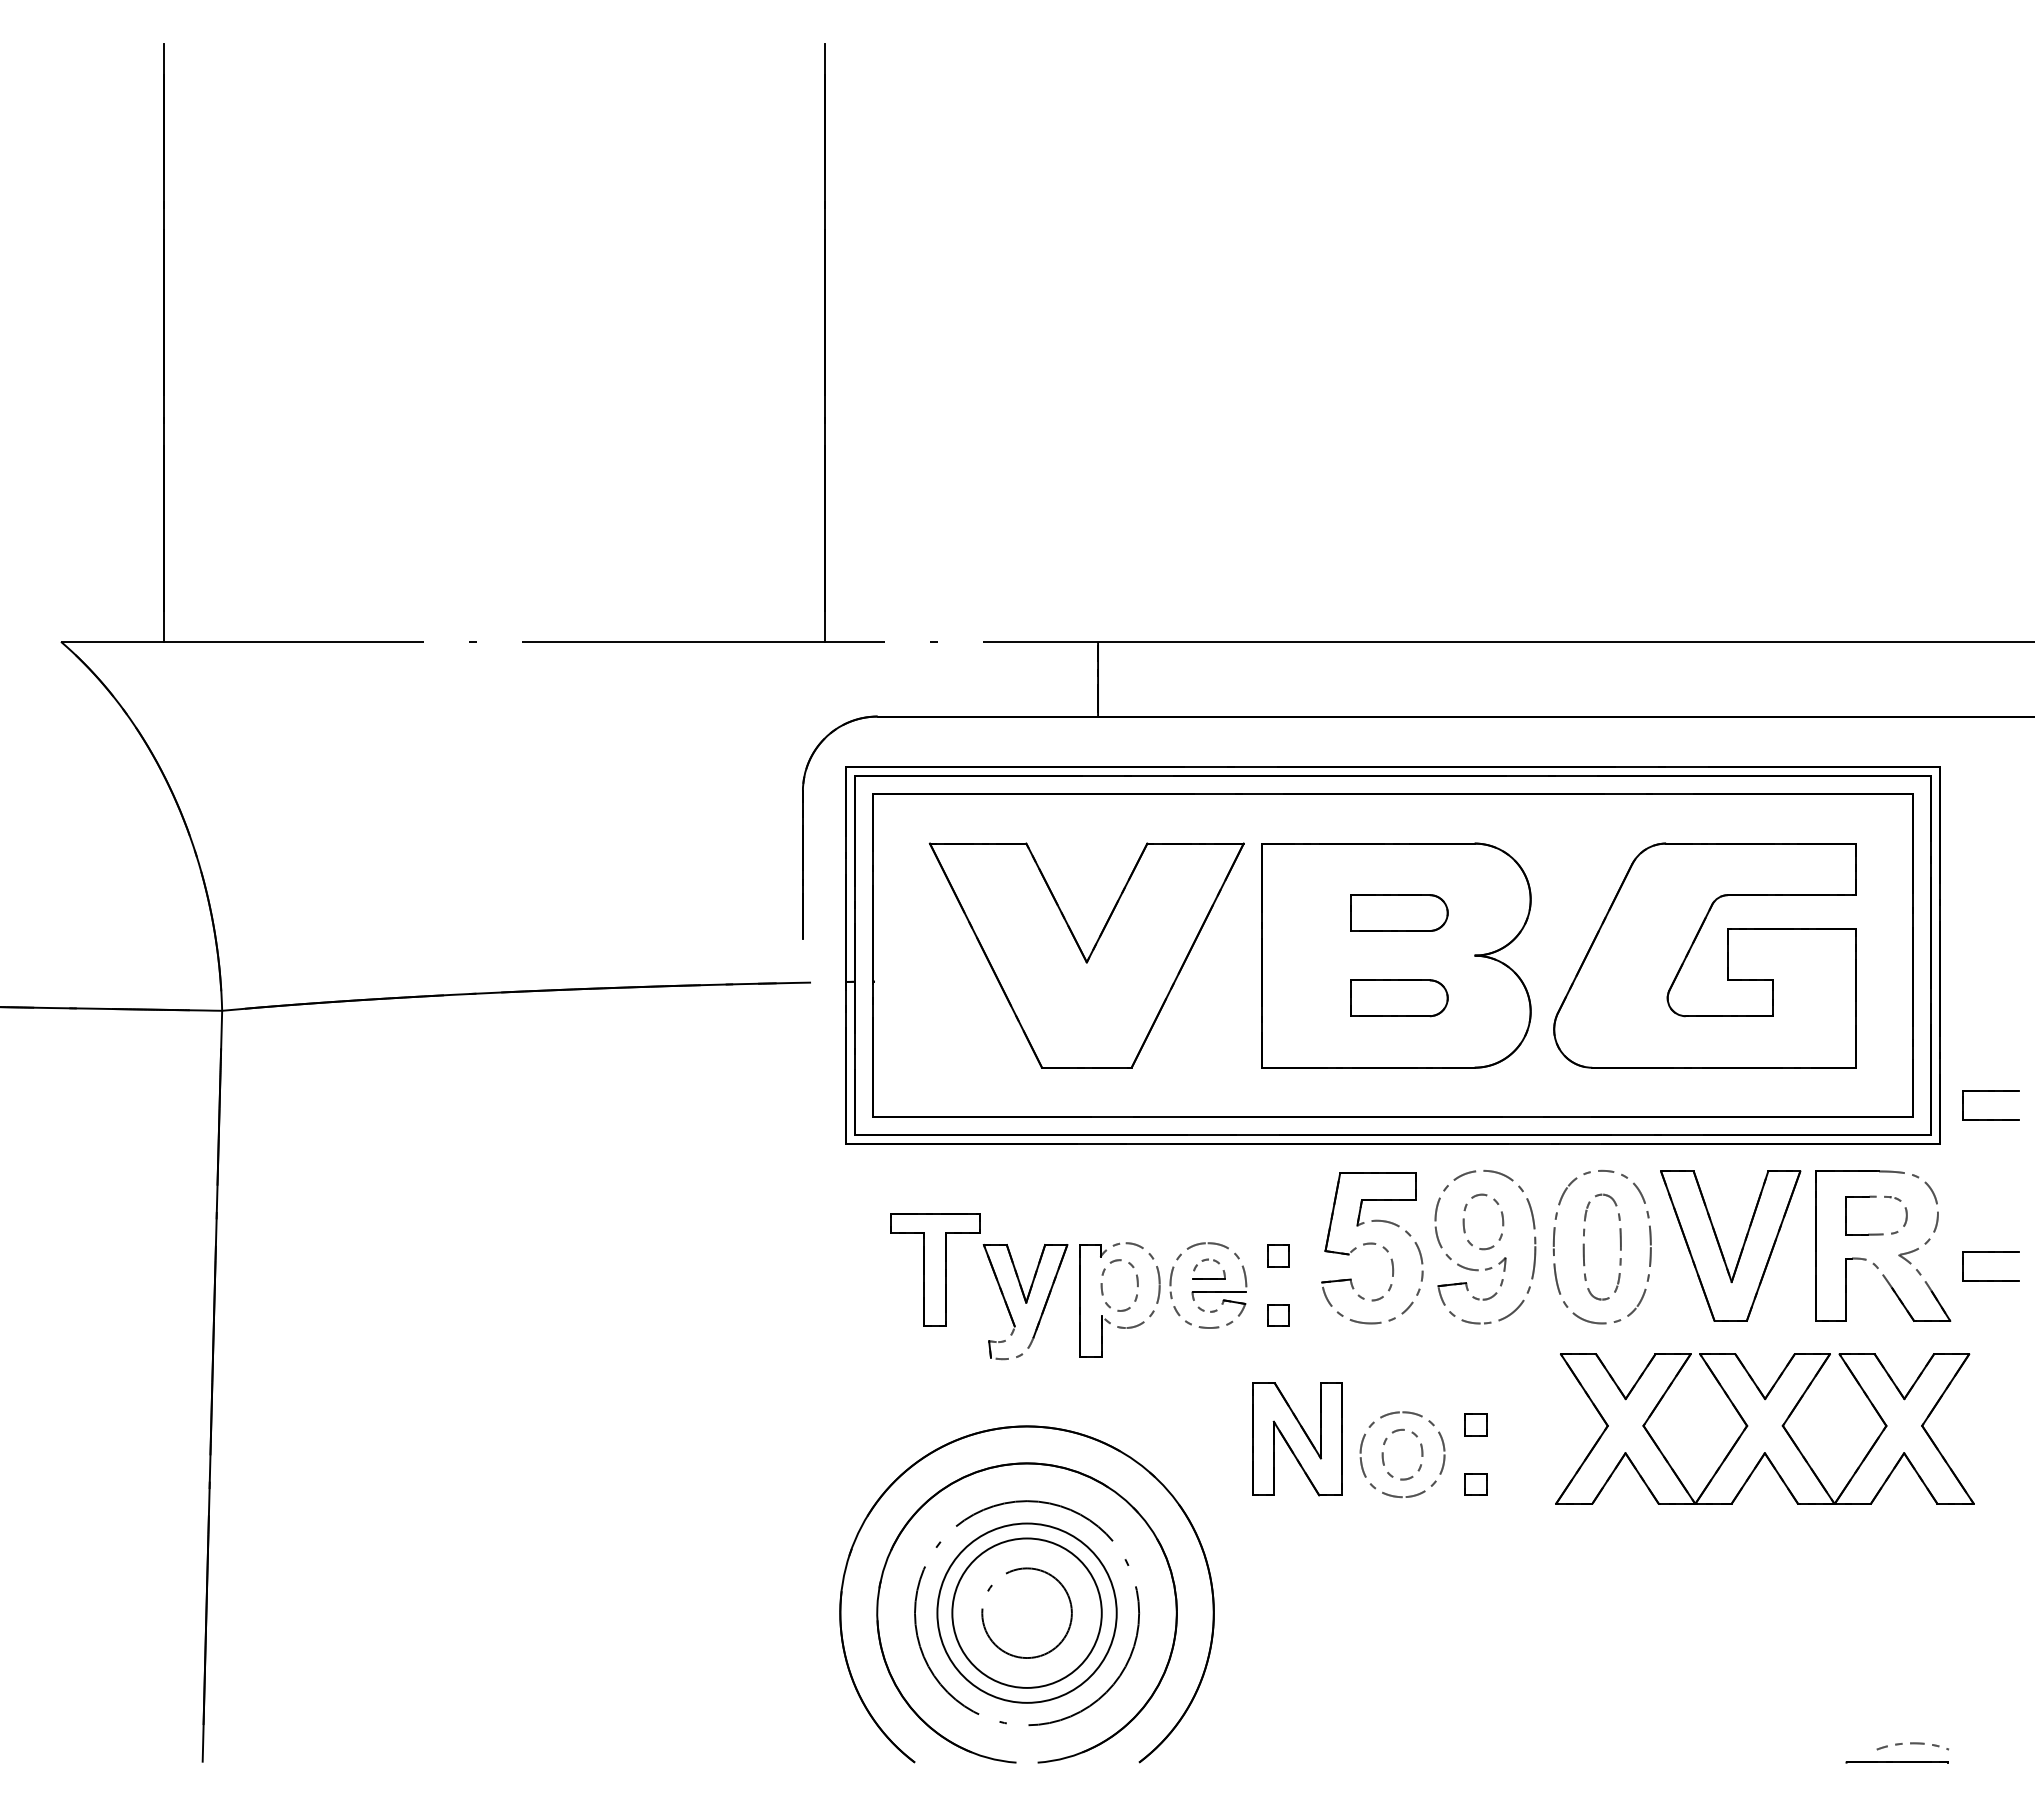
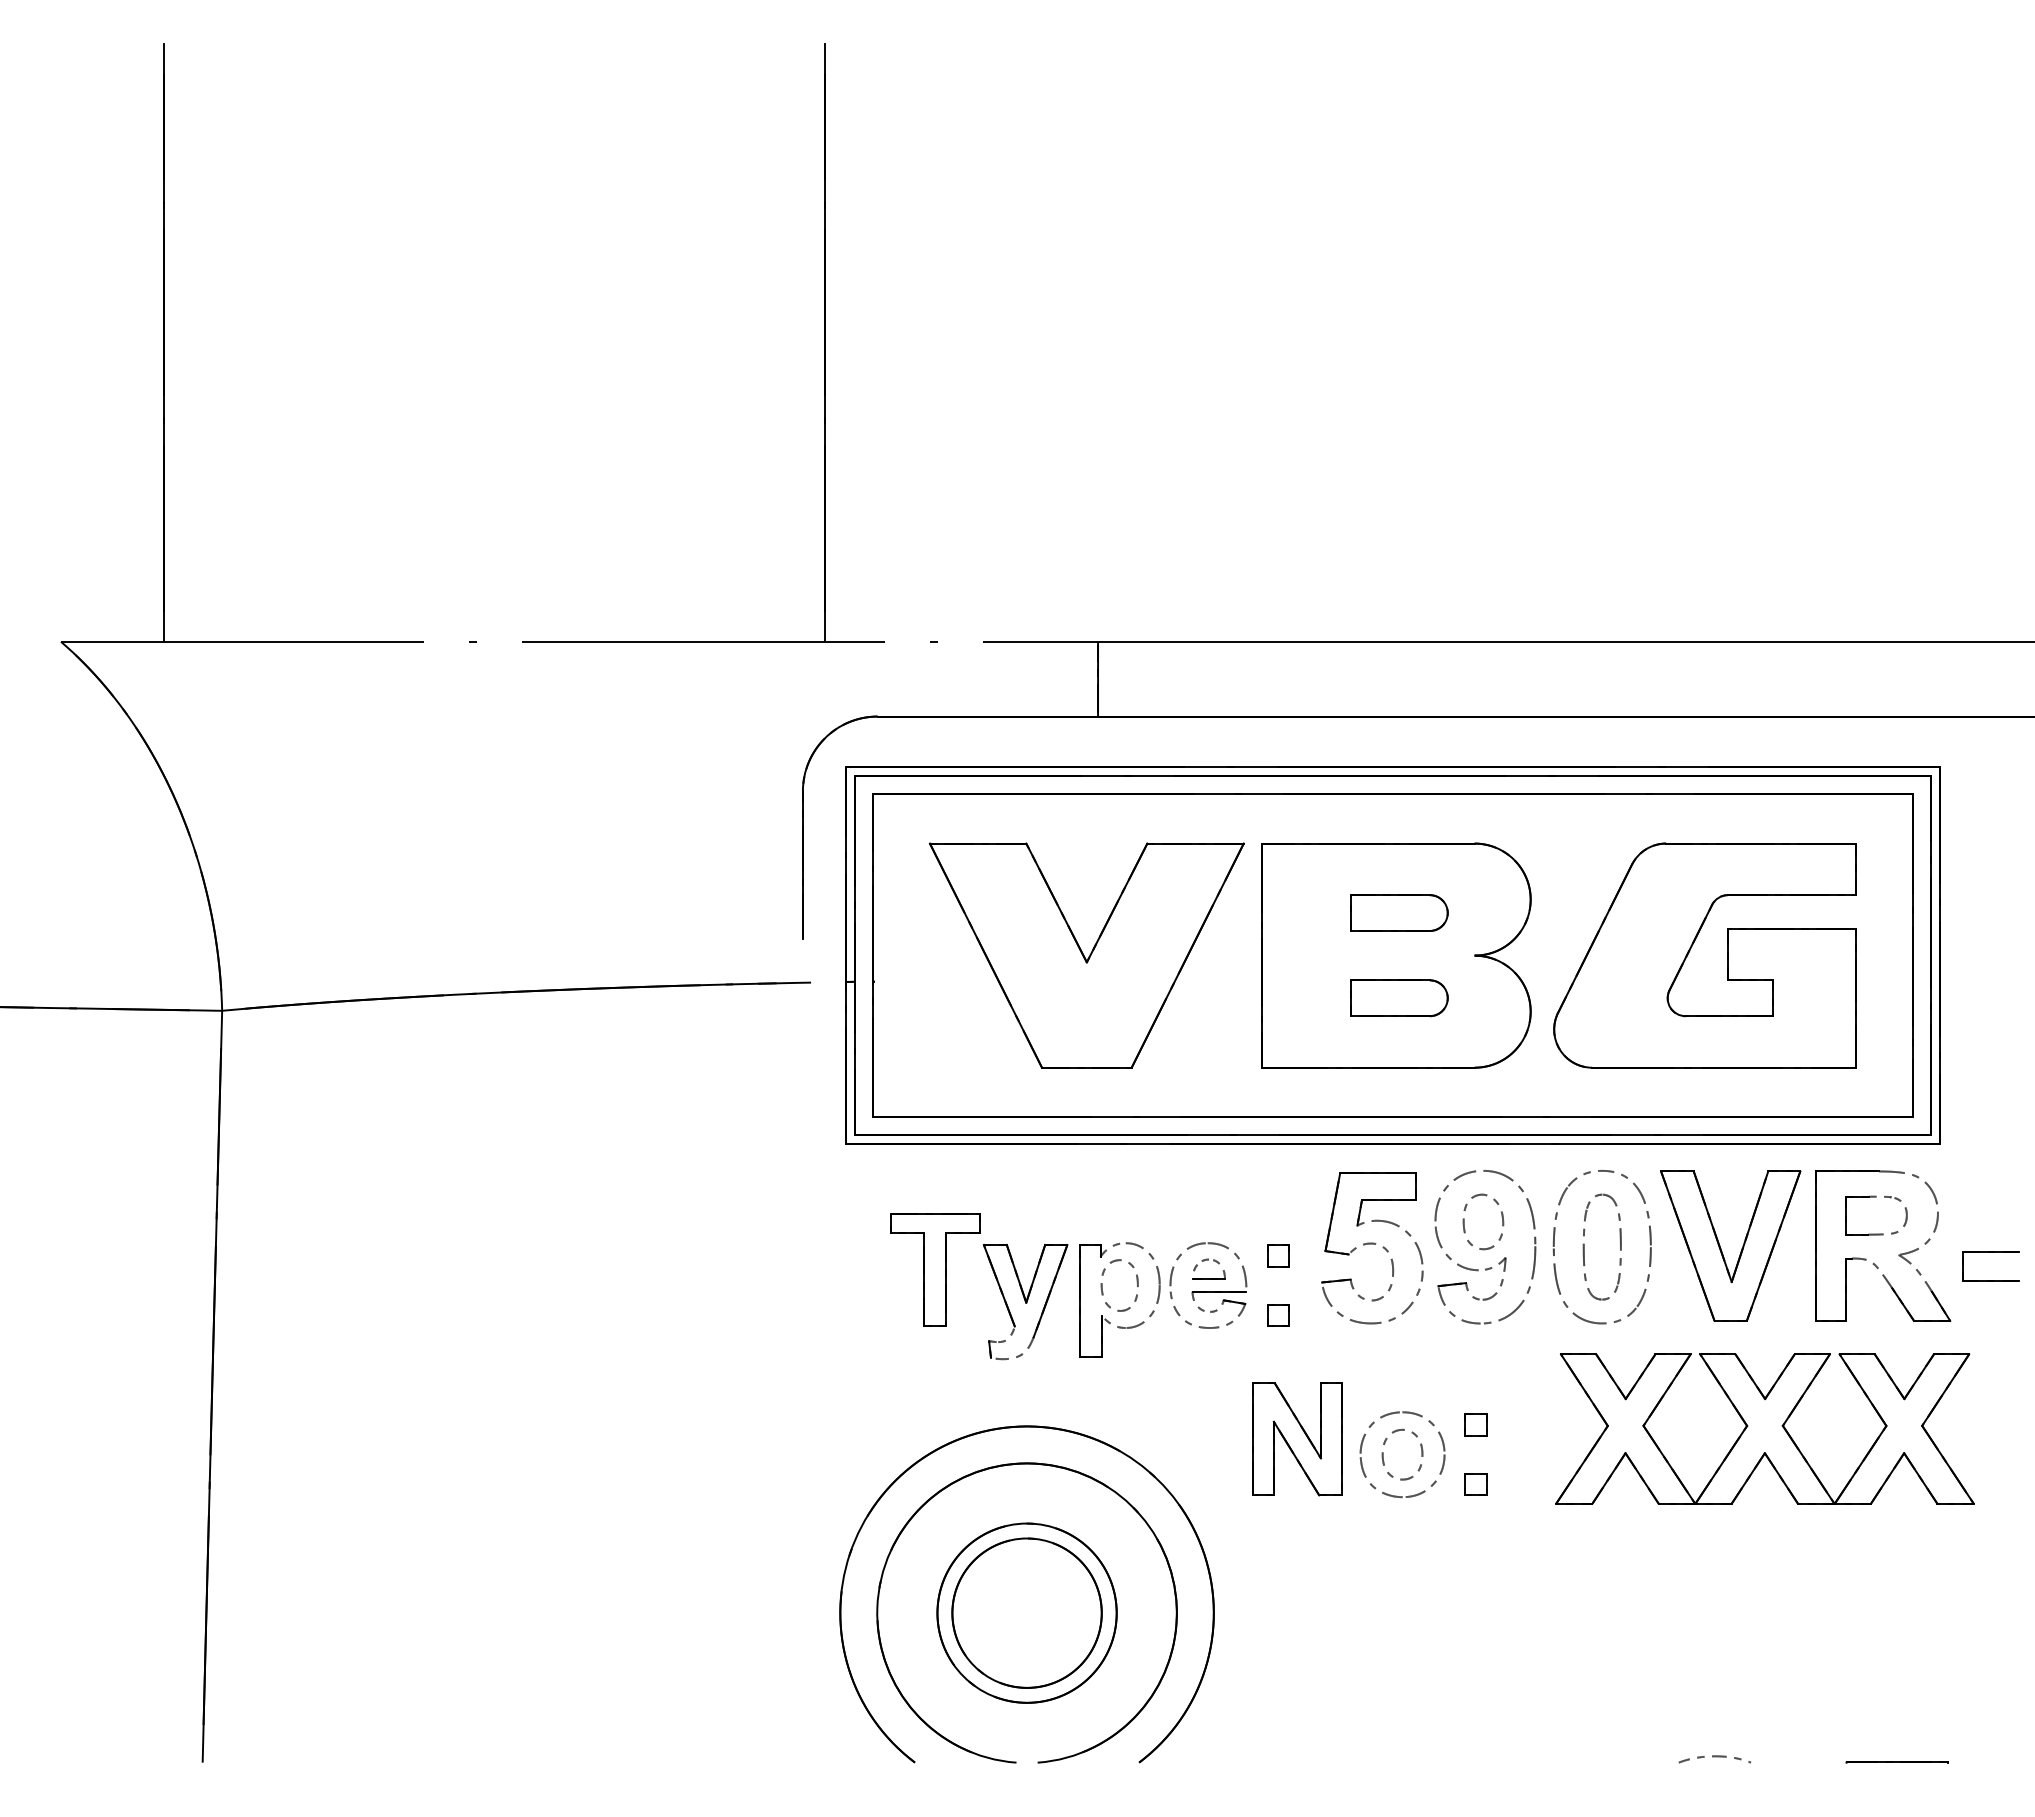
part at (1990, 1091): present -> none
circle at (1026, 1613) diameter: 90 px -> 149 px
circle at (1027, 1613) diameter: 224 px -> 179 px
part at (1912, 1746) position: (1912, 1746) -> (1714, 1759)
